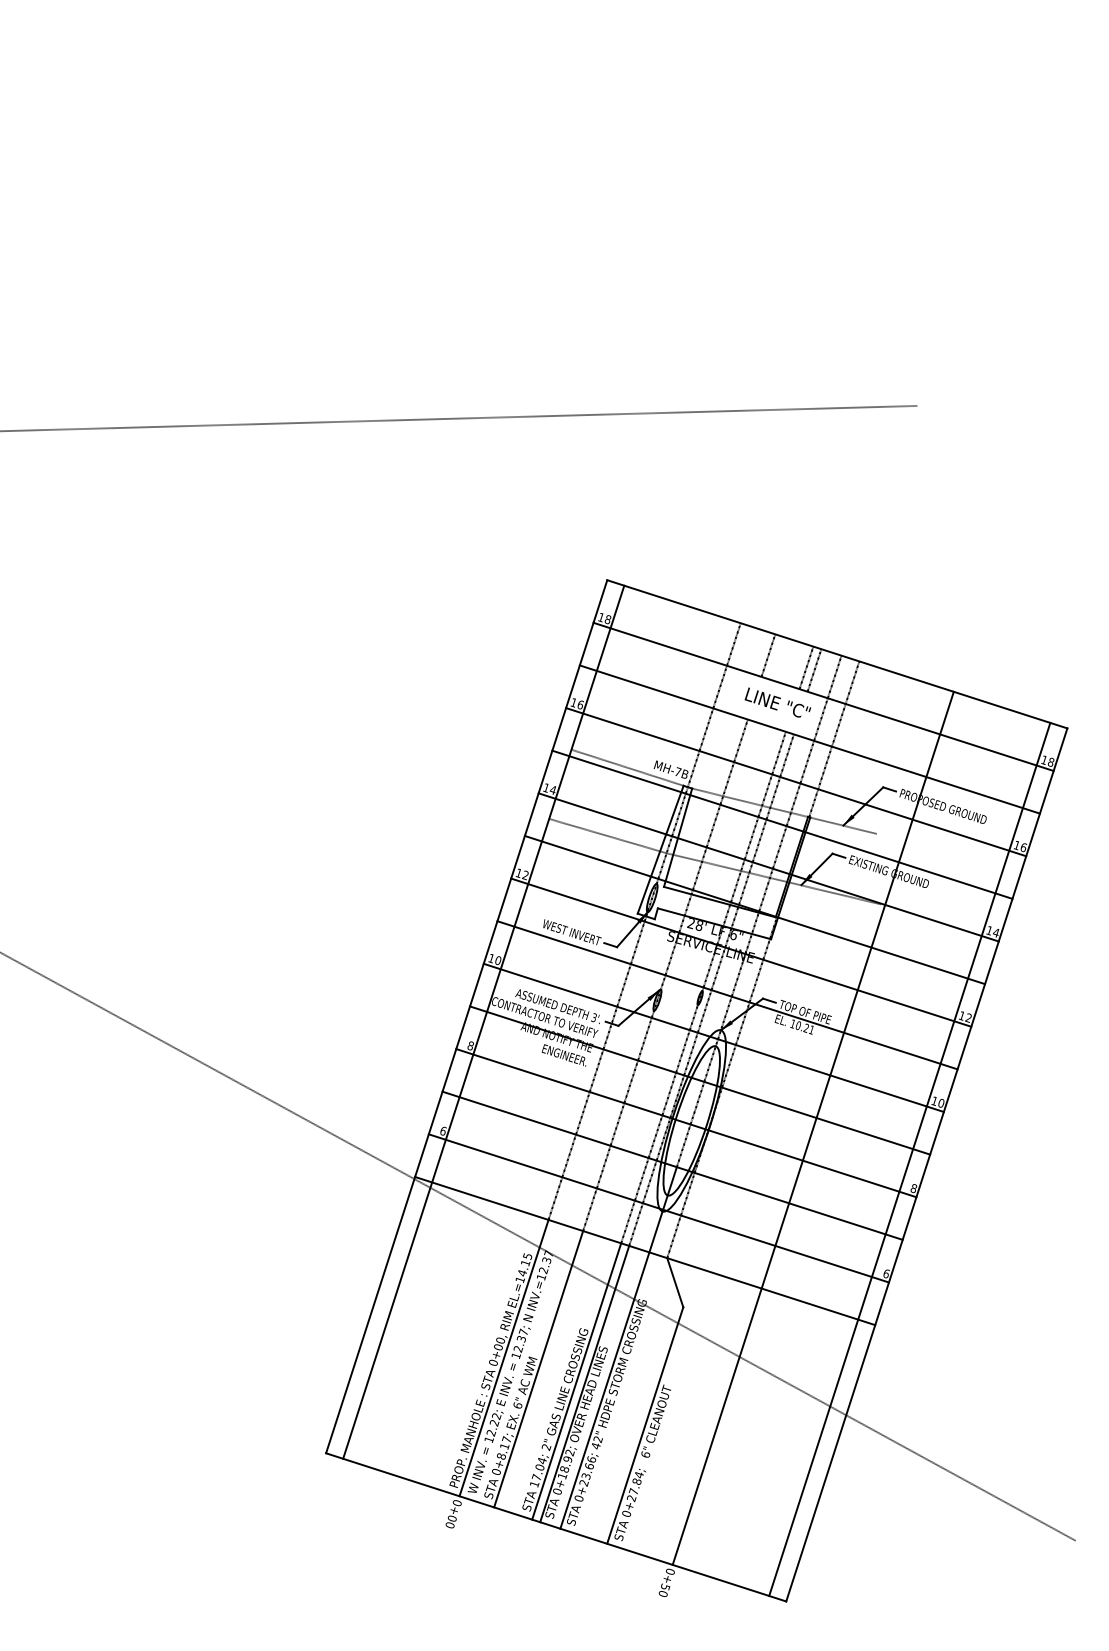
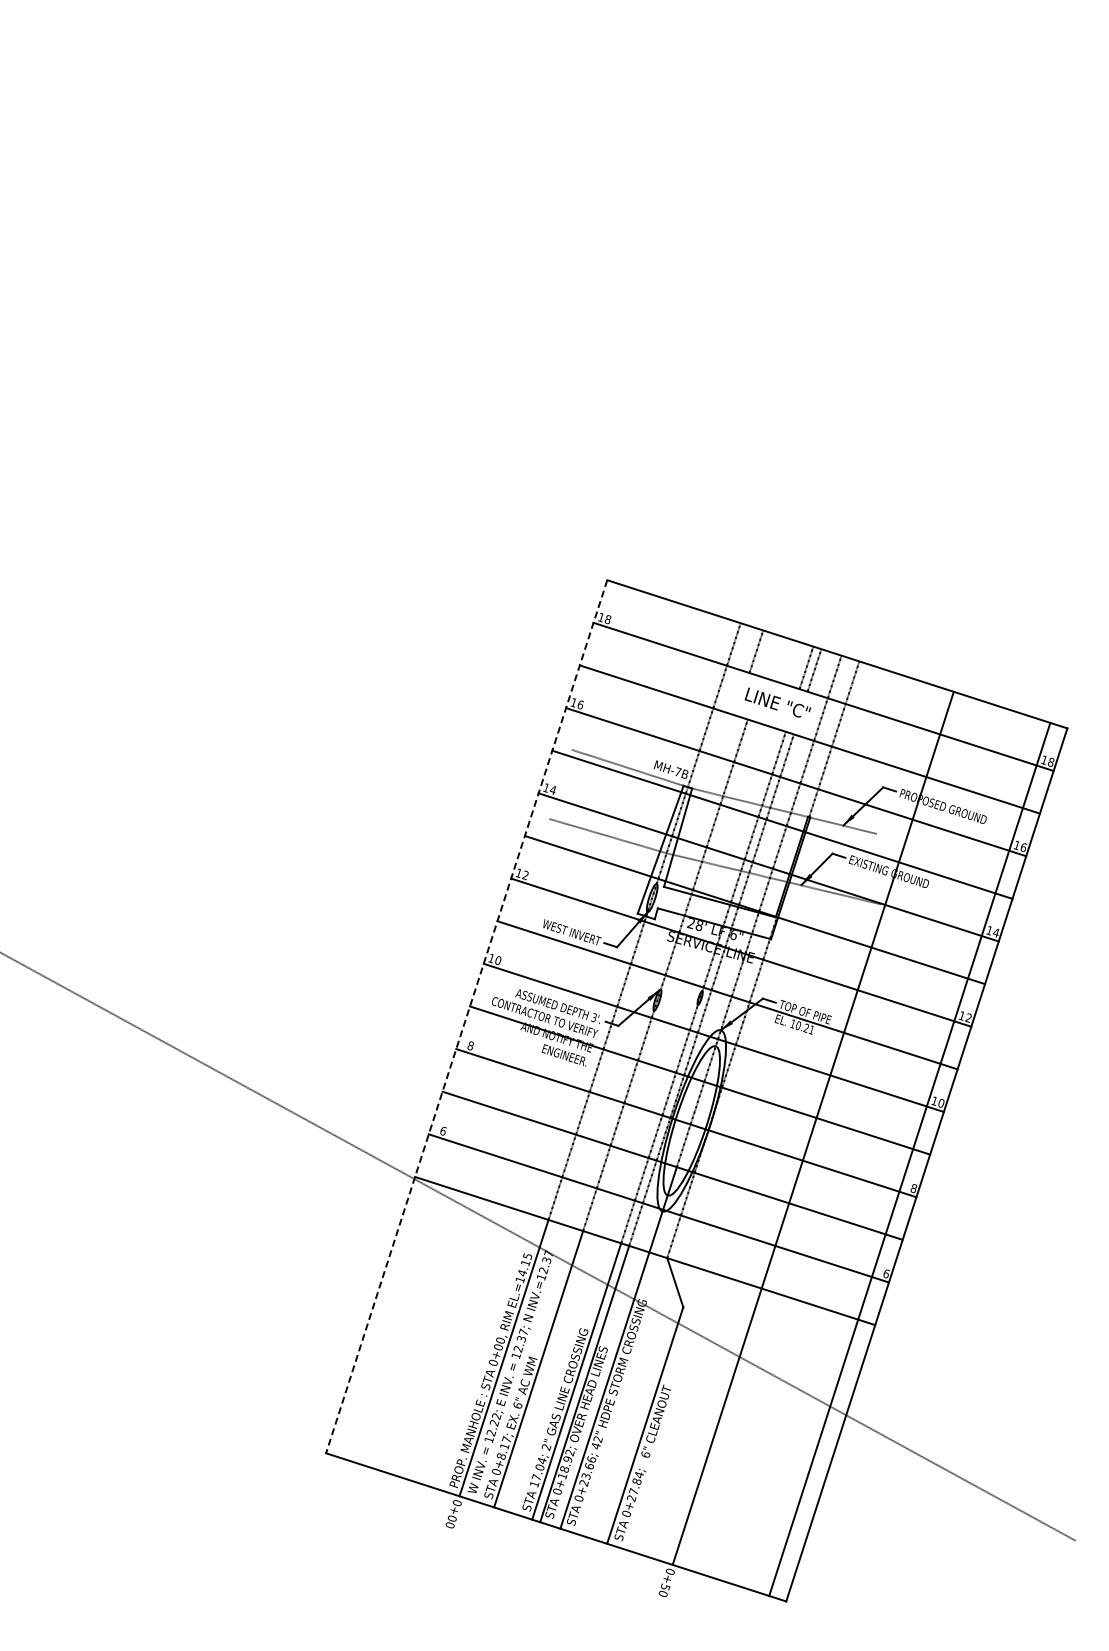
line at (459, 418): present -> none
line at (768, 655) position: (768, 655) -> (756, 651)
line at (466, 1016): solid -> dashed
line at (483, 1021): present -> none
